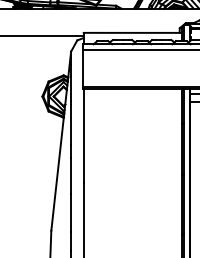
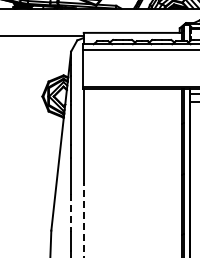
line at (71, 213): solid -> dashed
line at (83, 219): solid -> dashed
